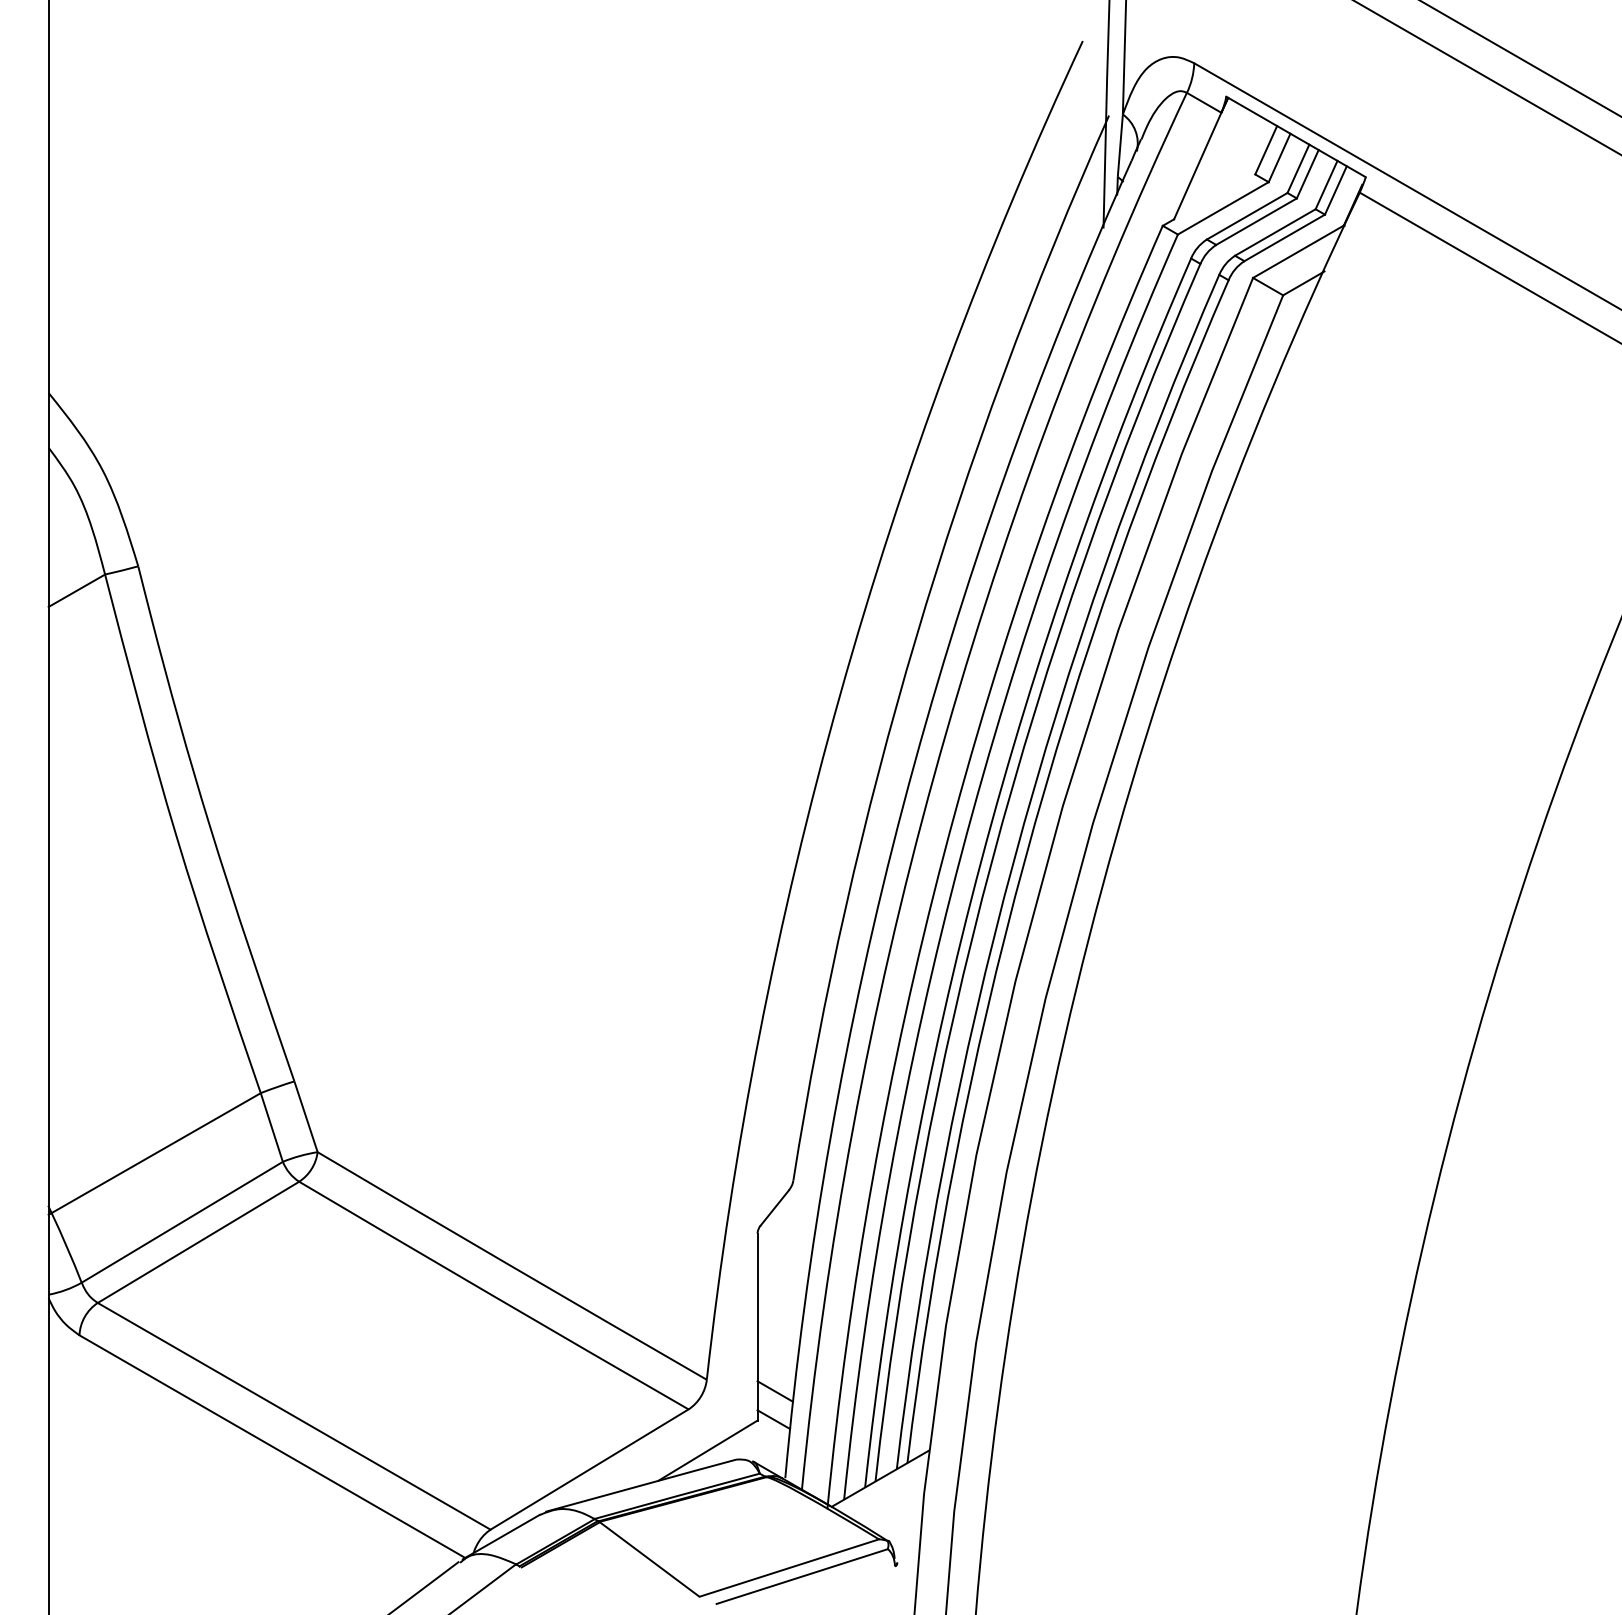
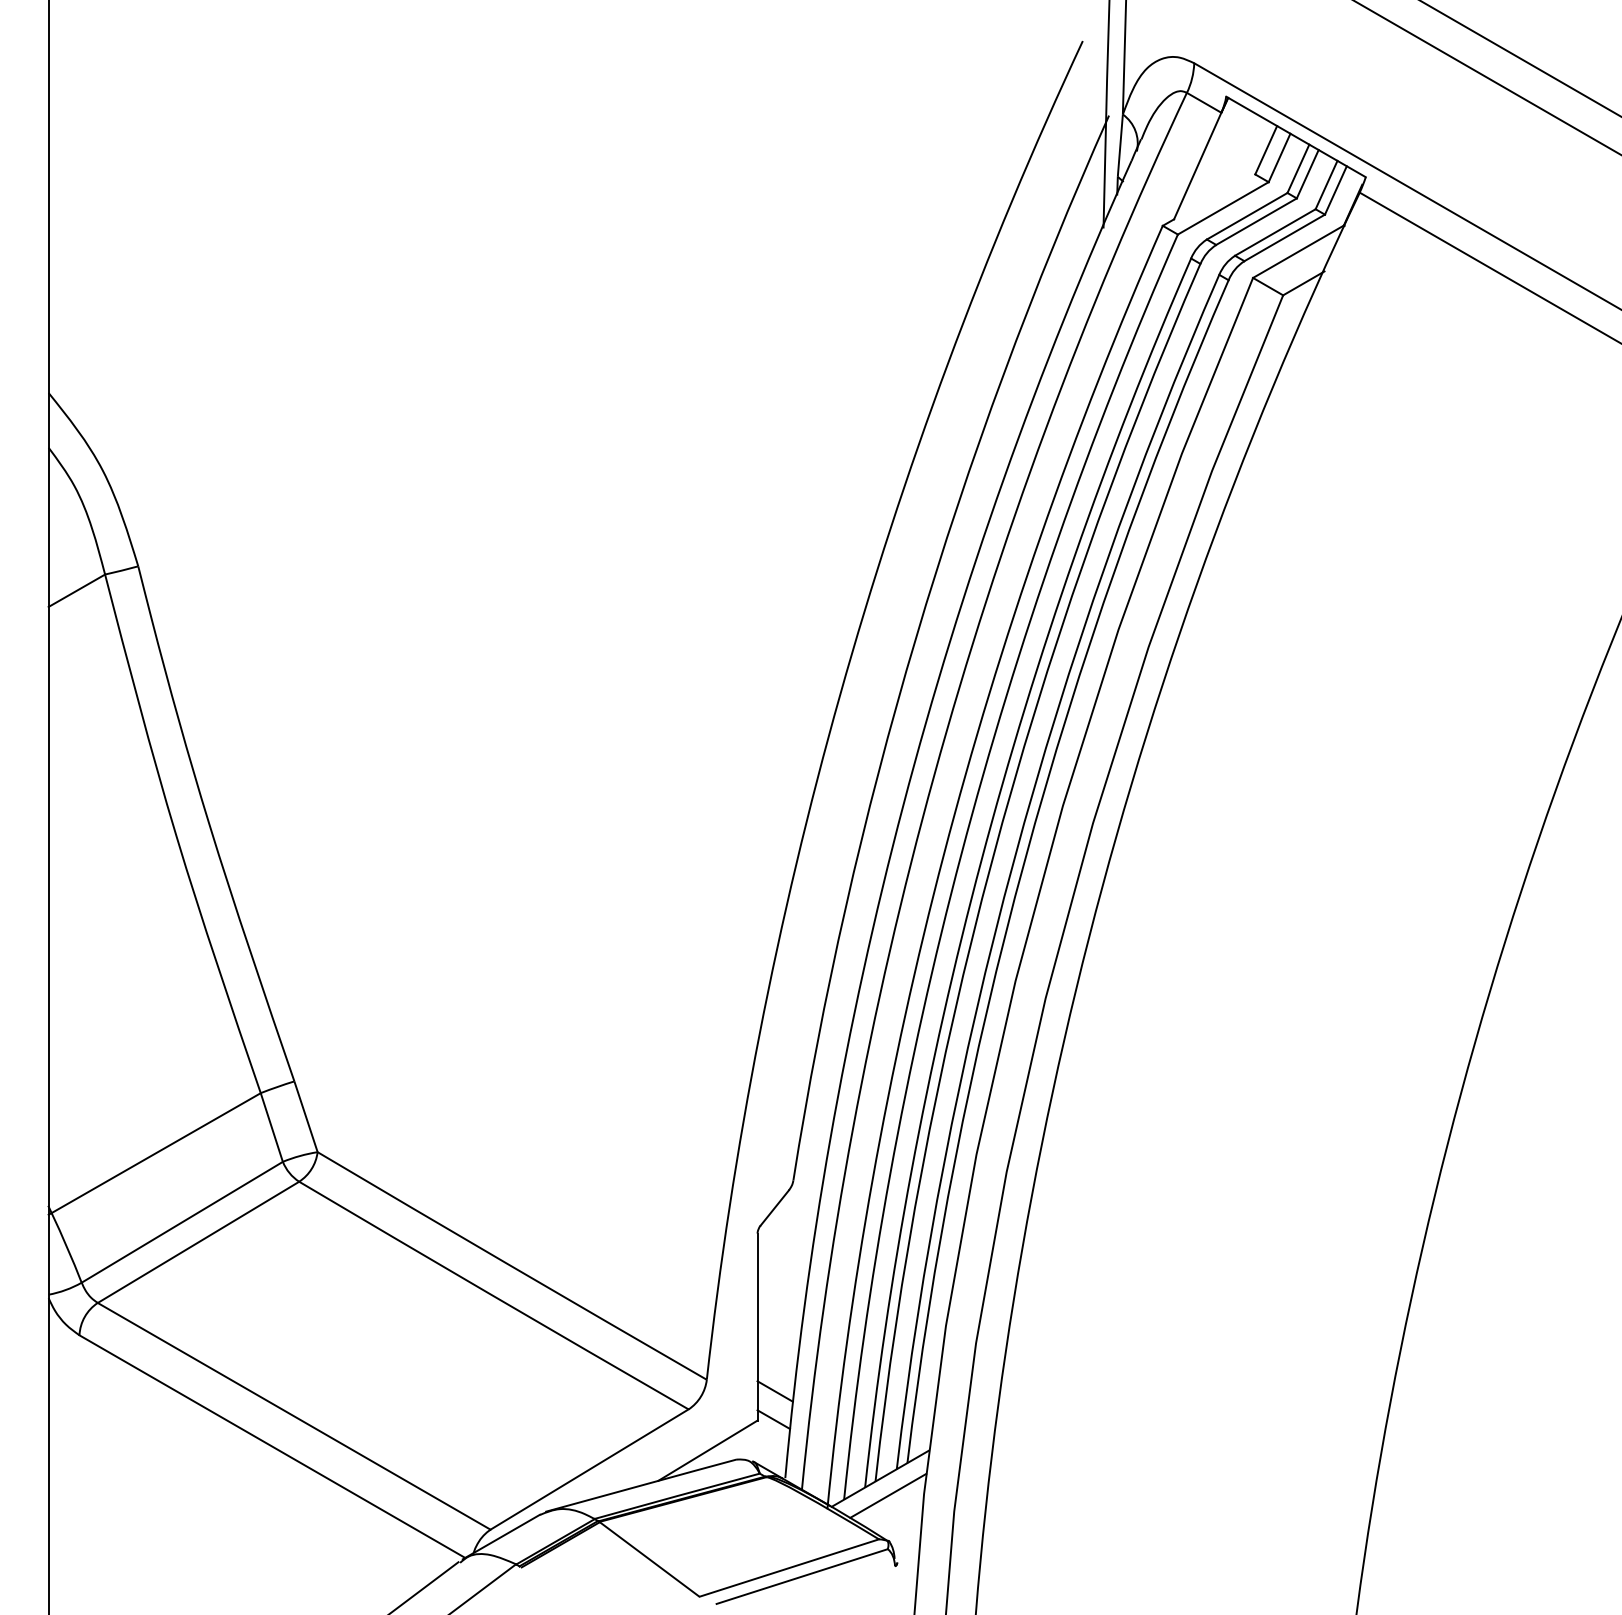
line at (888, 1495): none -> present
